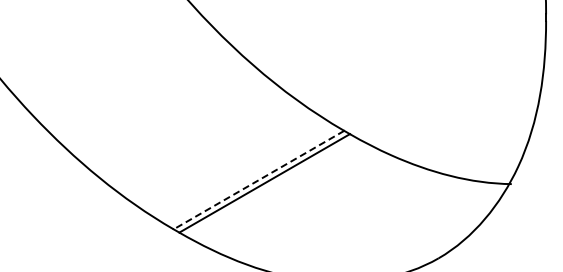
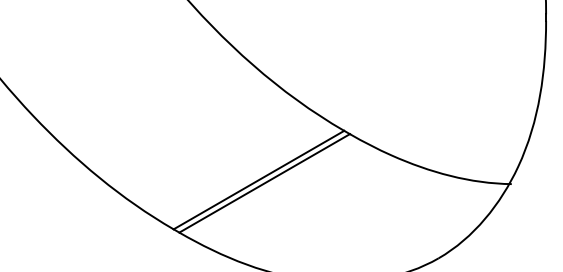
line at (258, 180): dashed -> solid
